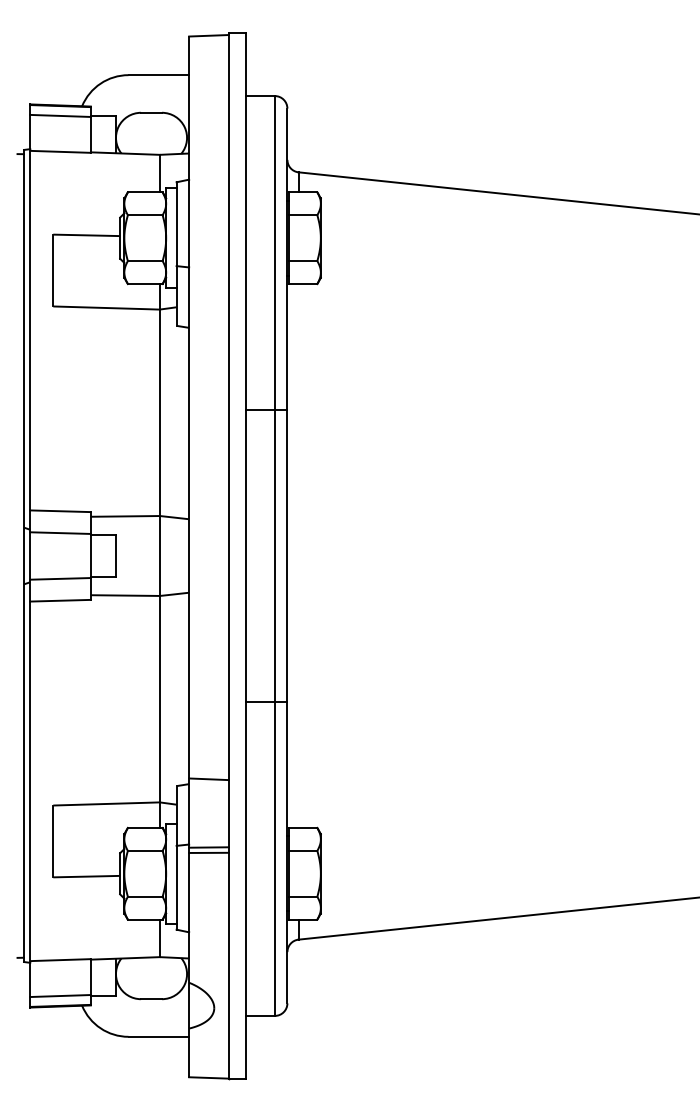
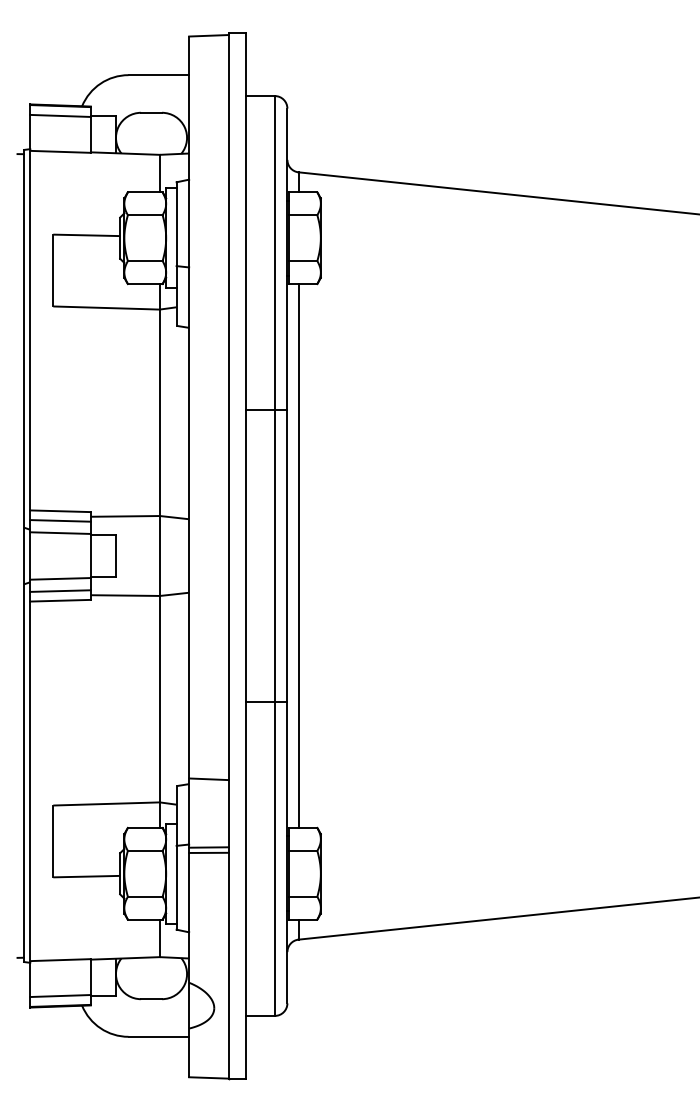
line at (60, 520): none -> present
line at (298, 555): none -> present
line at (60, 590): none -> present
